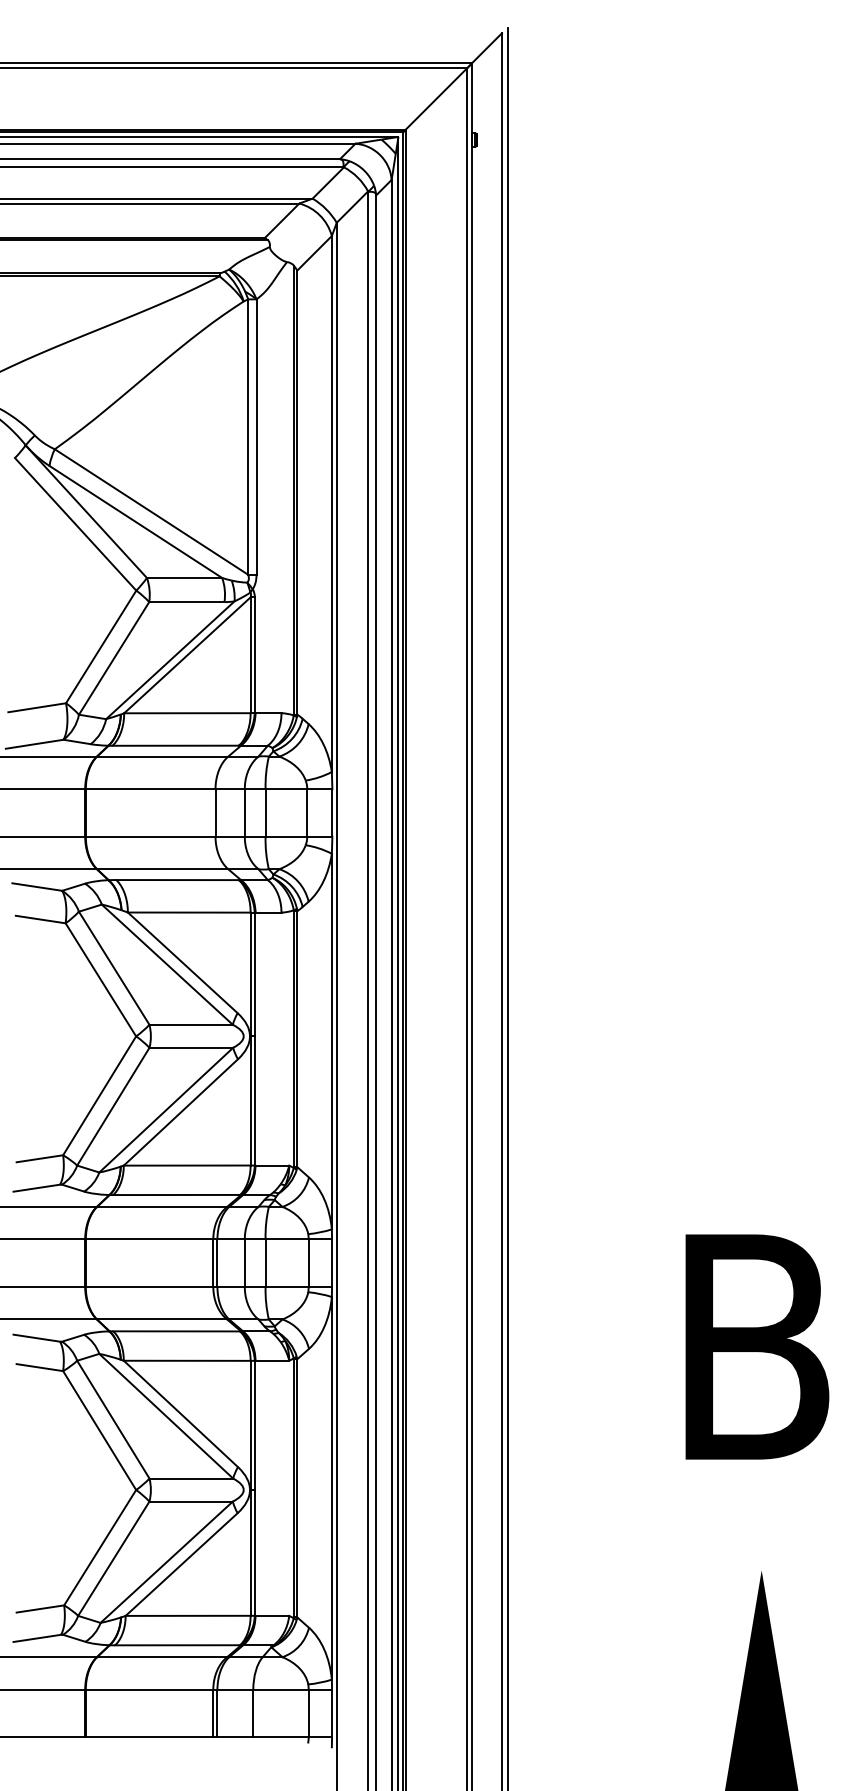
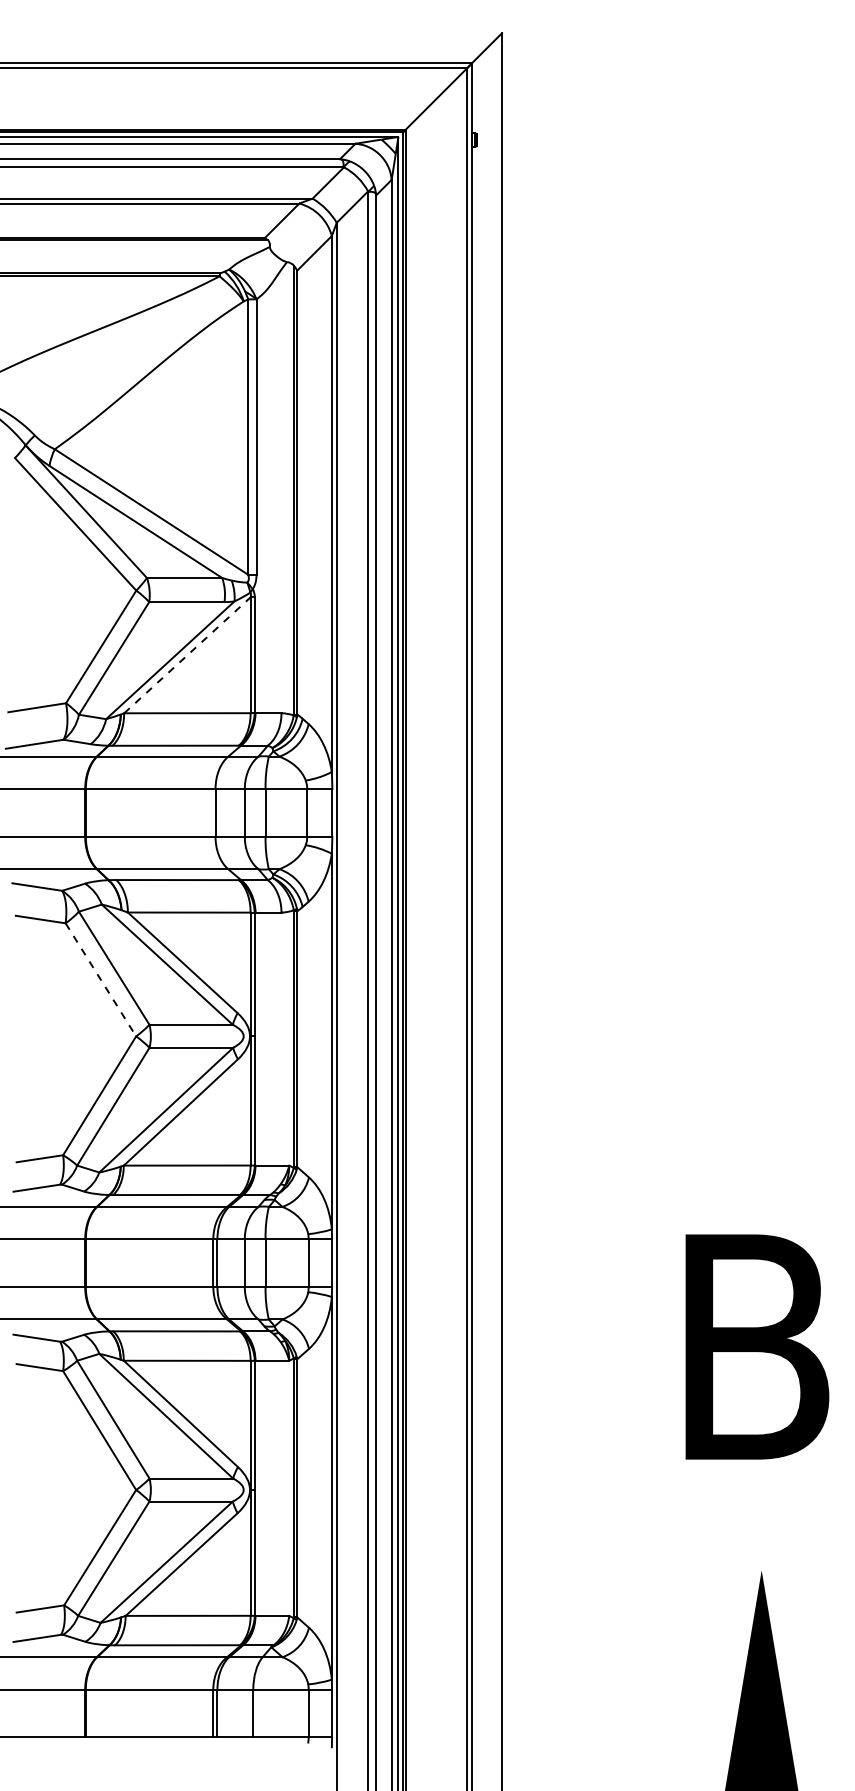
line at (187, 655): solid -> dashed
line at (507, 907): present -> none
line at (100, 979): solid -> dashed
